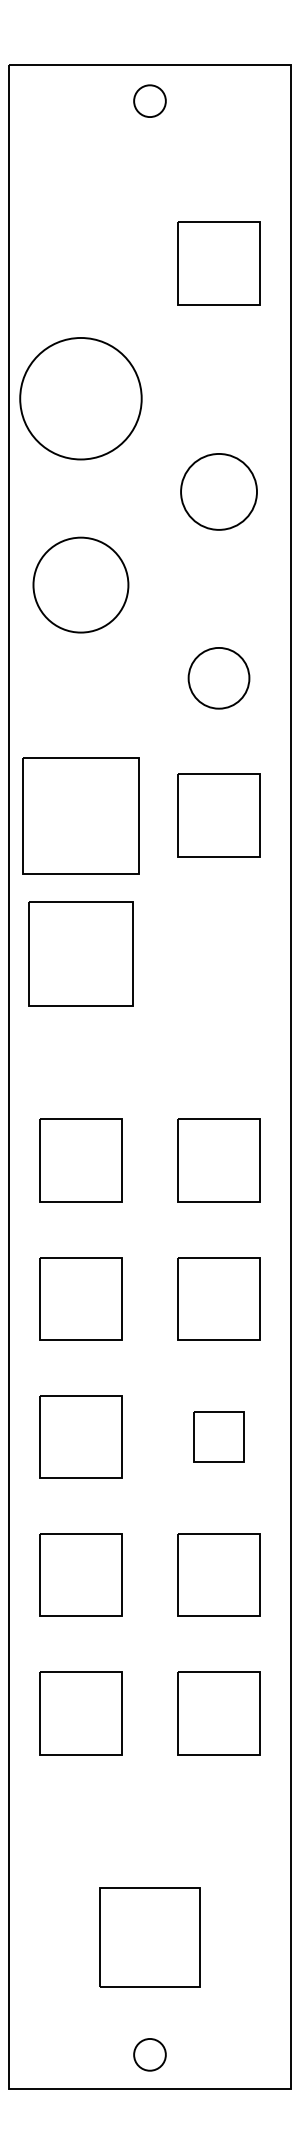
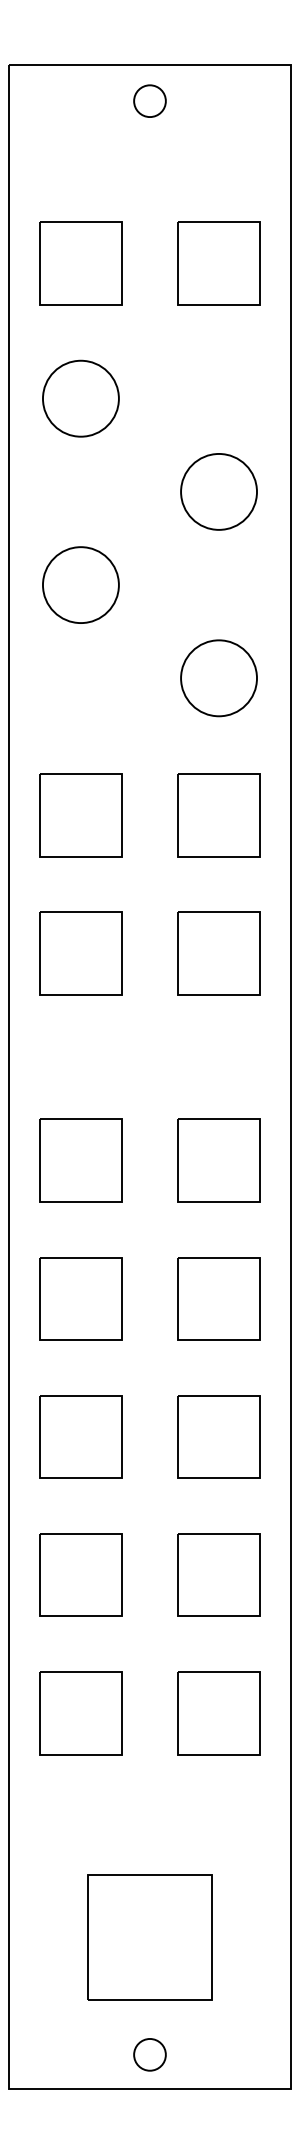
part at (80, 263): none -> present
circle at (80, 398) diameter: 121 px -> 76 px
circle at (80, 584) diameter: 95 px -> 76 px
circle at (218, 677) diameter: 61 px -> 76 px
part at (80, 815) size: 118x118 px -> 84x85 px
part at (80, 953) size: 106x106 px -> 84x85 px
part at (218, 953): none -> present
part at (218, 1436) size: 52x52 px -> 84x84 px
part at (149, 1937) size: 102x101 px -> 126x127 px
